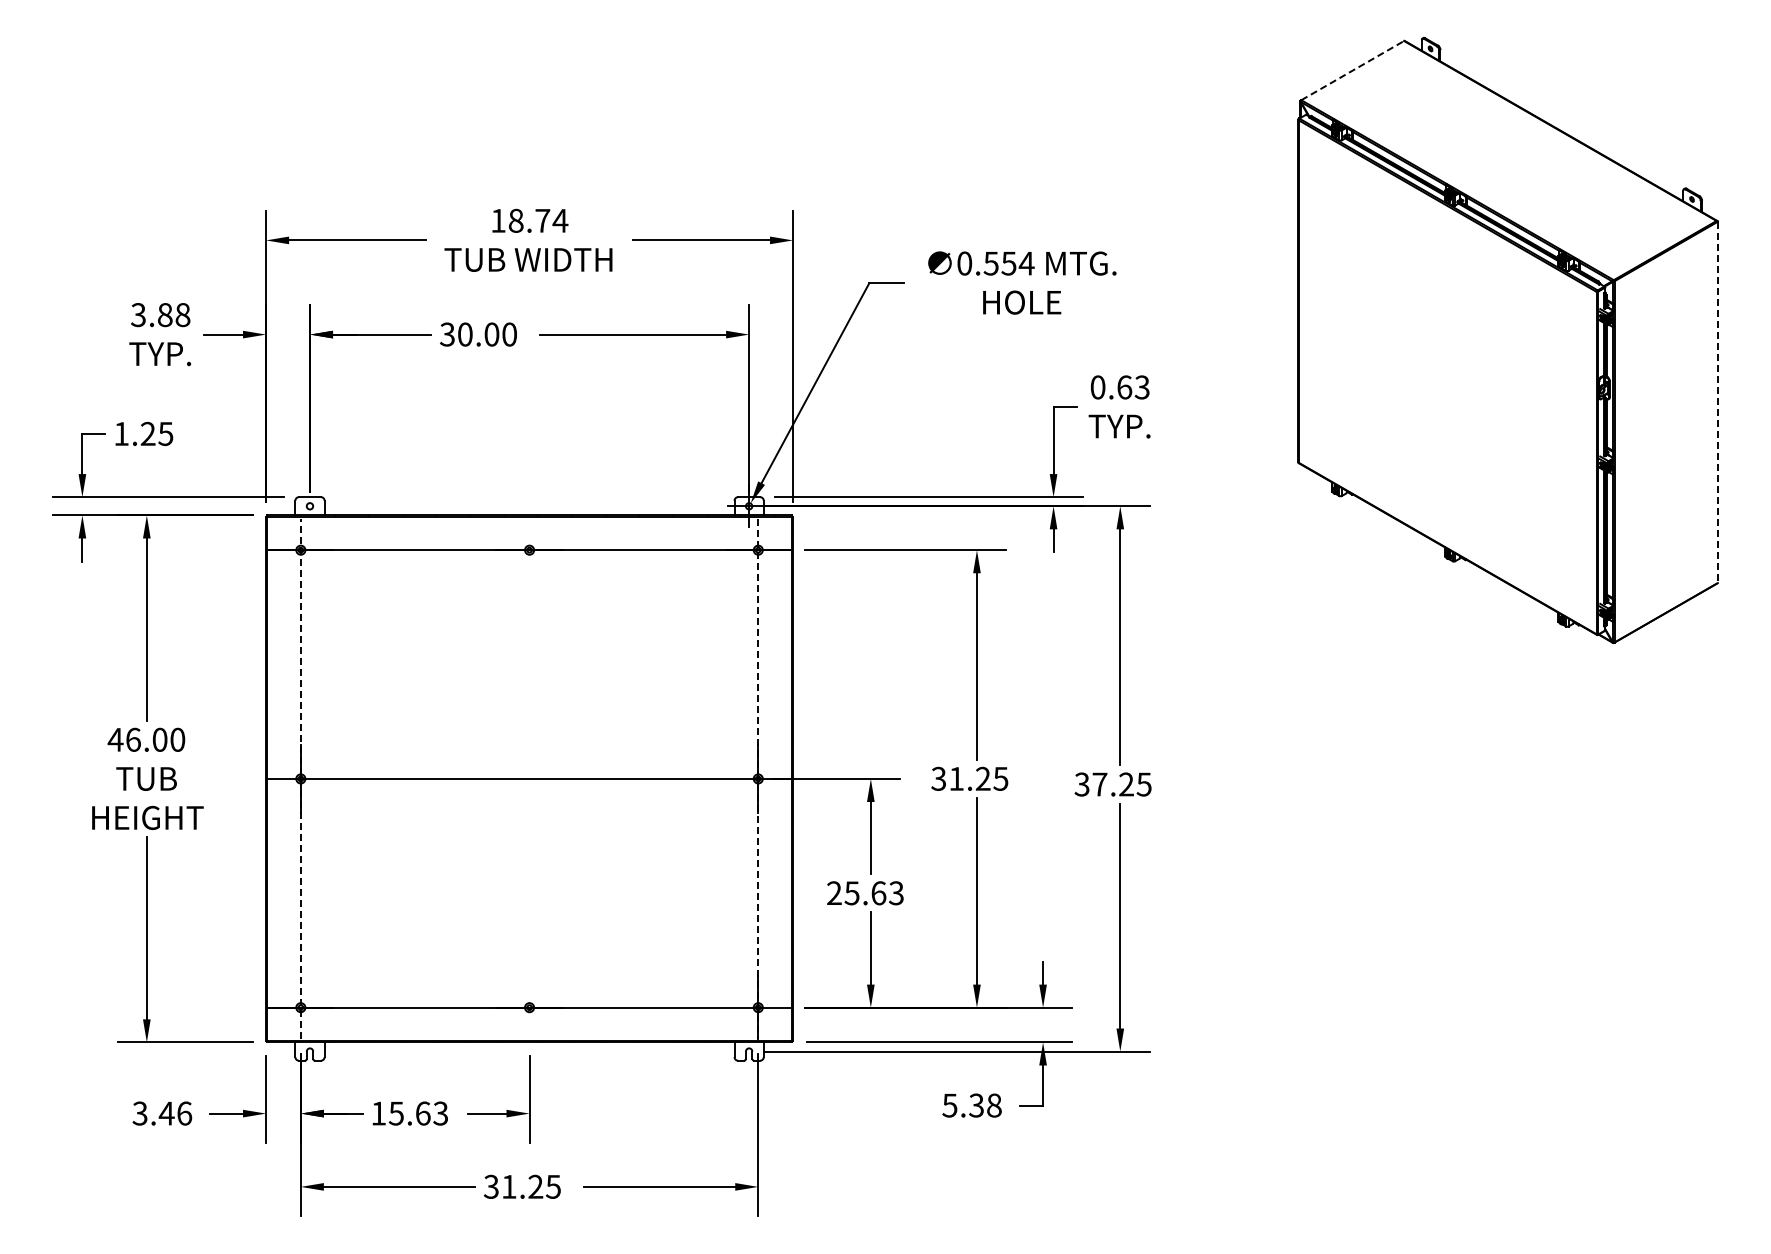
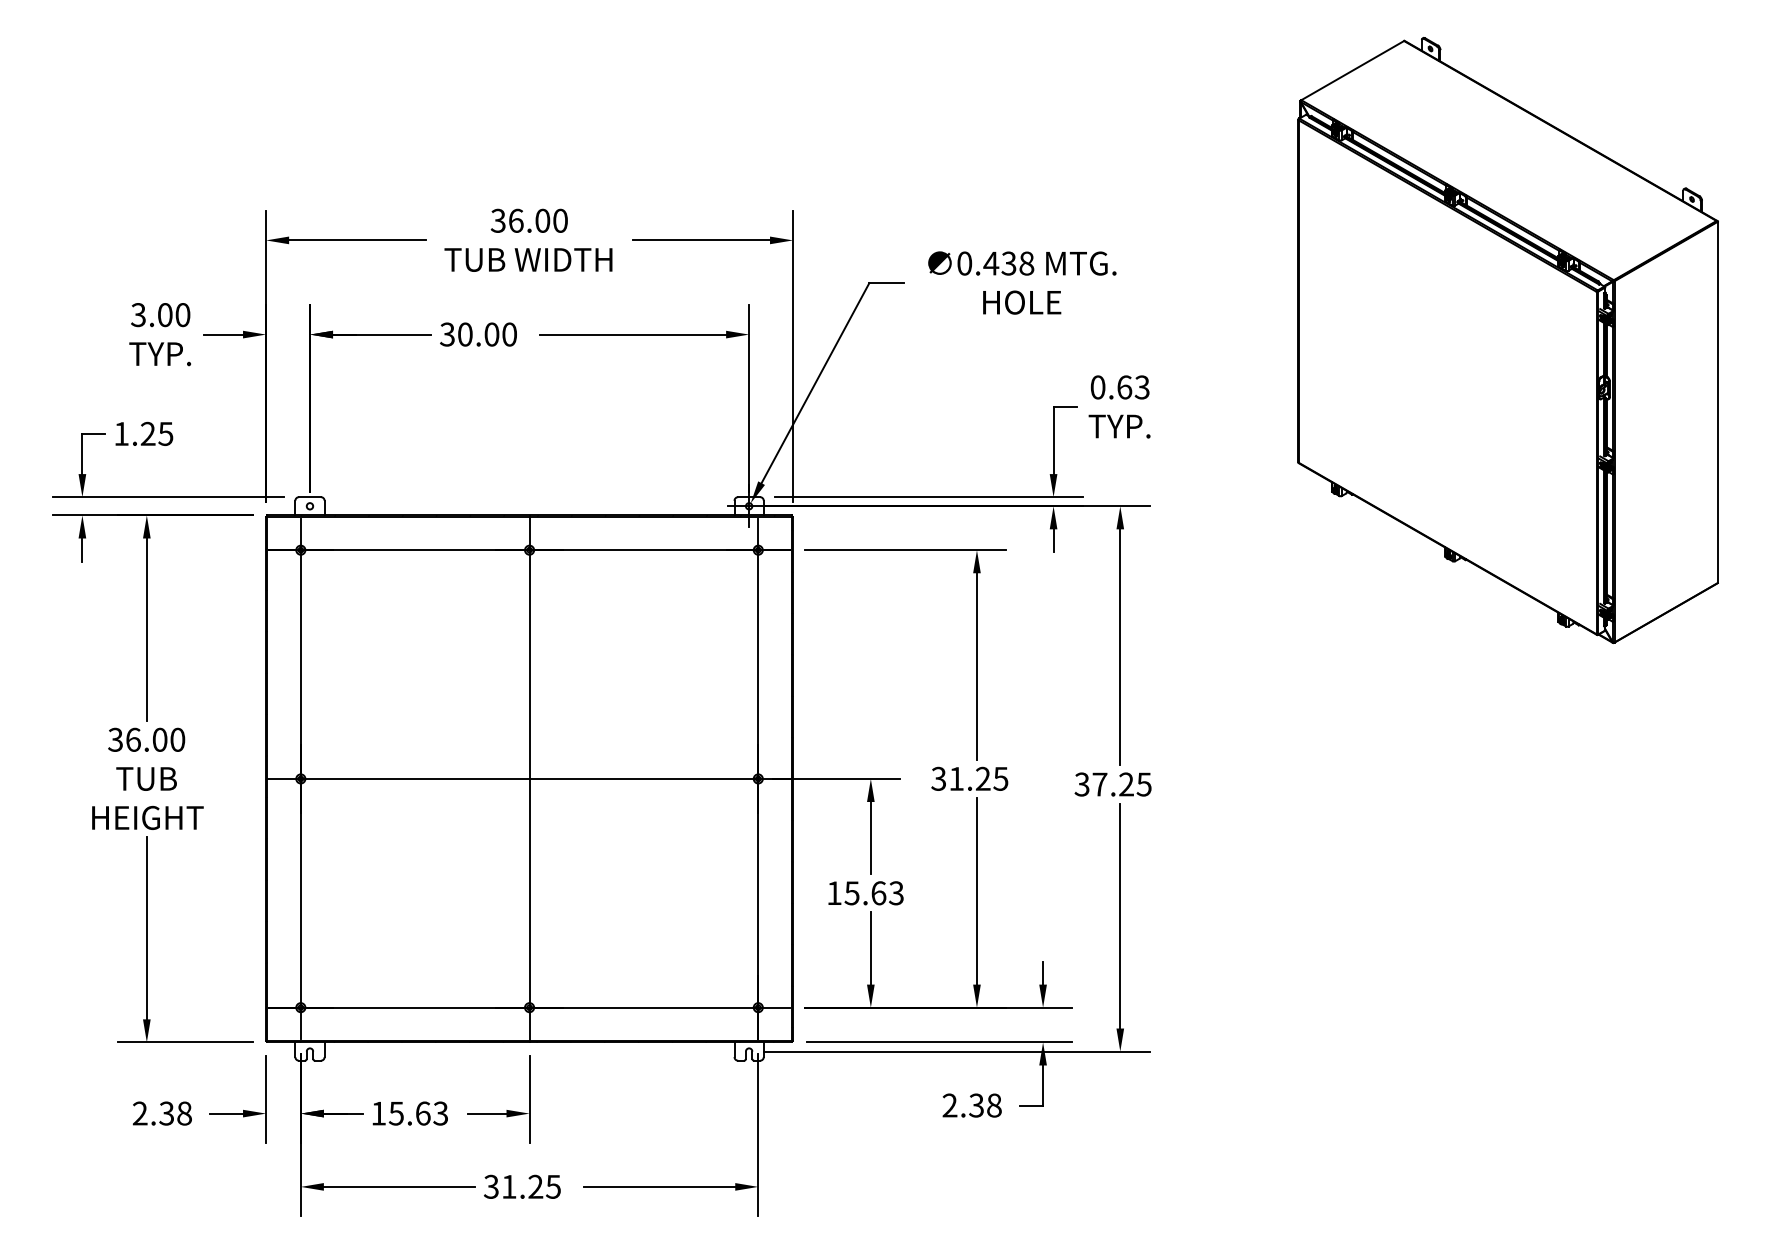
line at (1353, 70): dashed -> solid
text at (529, 220): 18.74 -> 36.00
text at (1008, 263): 0.554 -> 0.438
text at (174, 314): 3.88 -> 3.00
line at (1717, 402): dashed -> solid
text at (115, 739): 46.00 -> 36.00
line at (300, 778): dashed -> solid
line at (529, 778): none -> present
line at (758, 779): dashed -> solid
text at (834, 892): 25.63 -> 15.63
text at (949, 1105): 5.38 -> 2.38
text at (162, 1113): 3.46 -> 2.38
